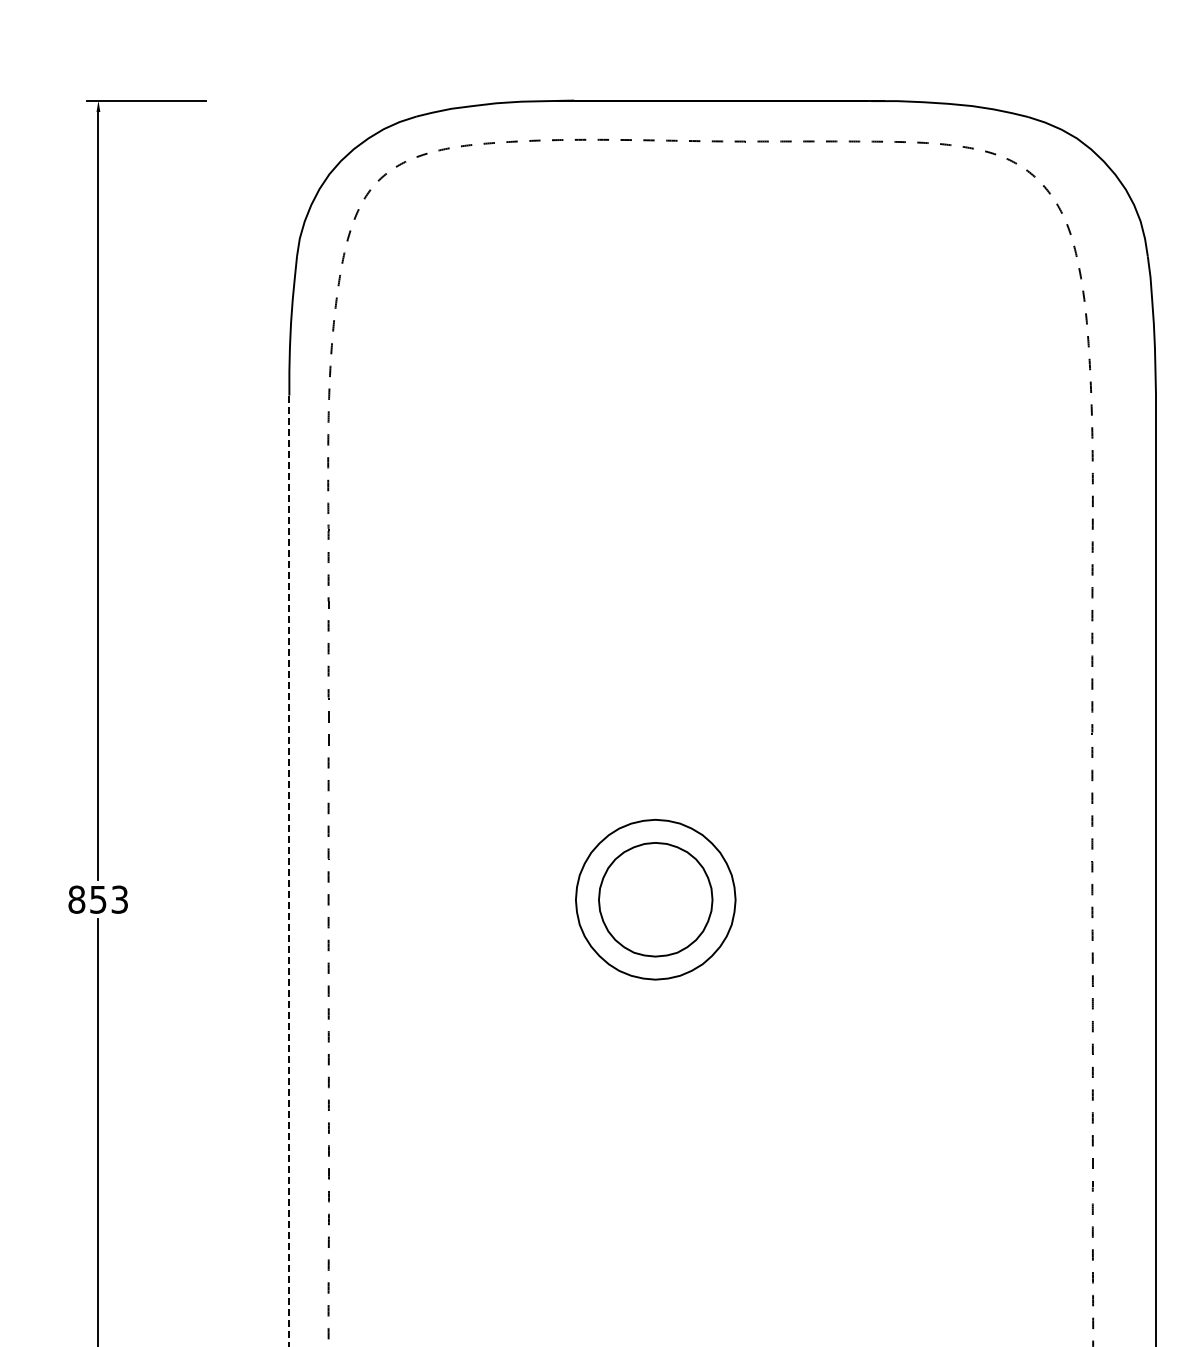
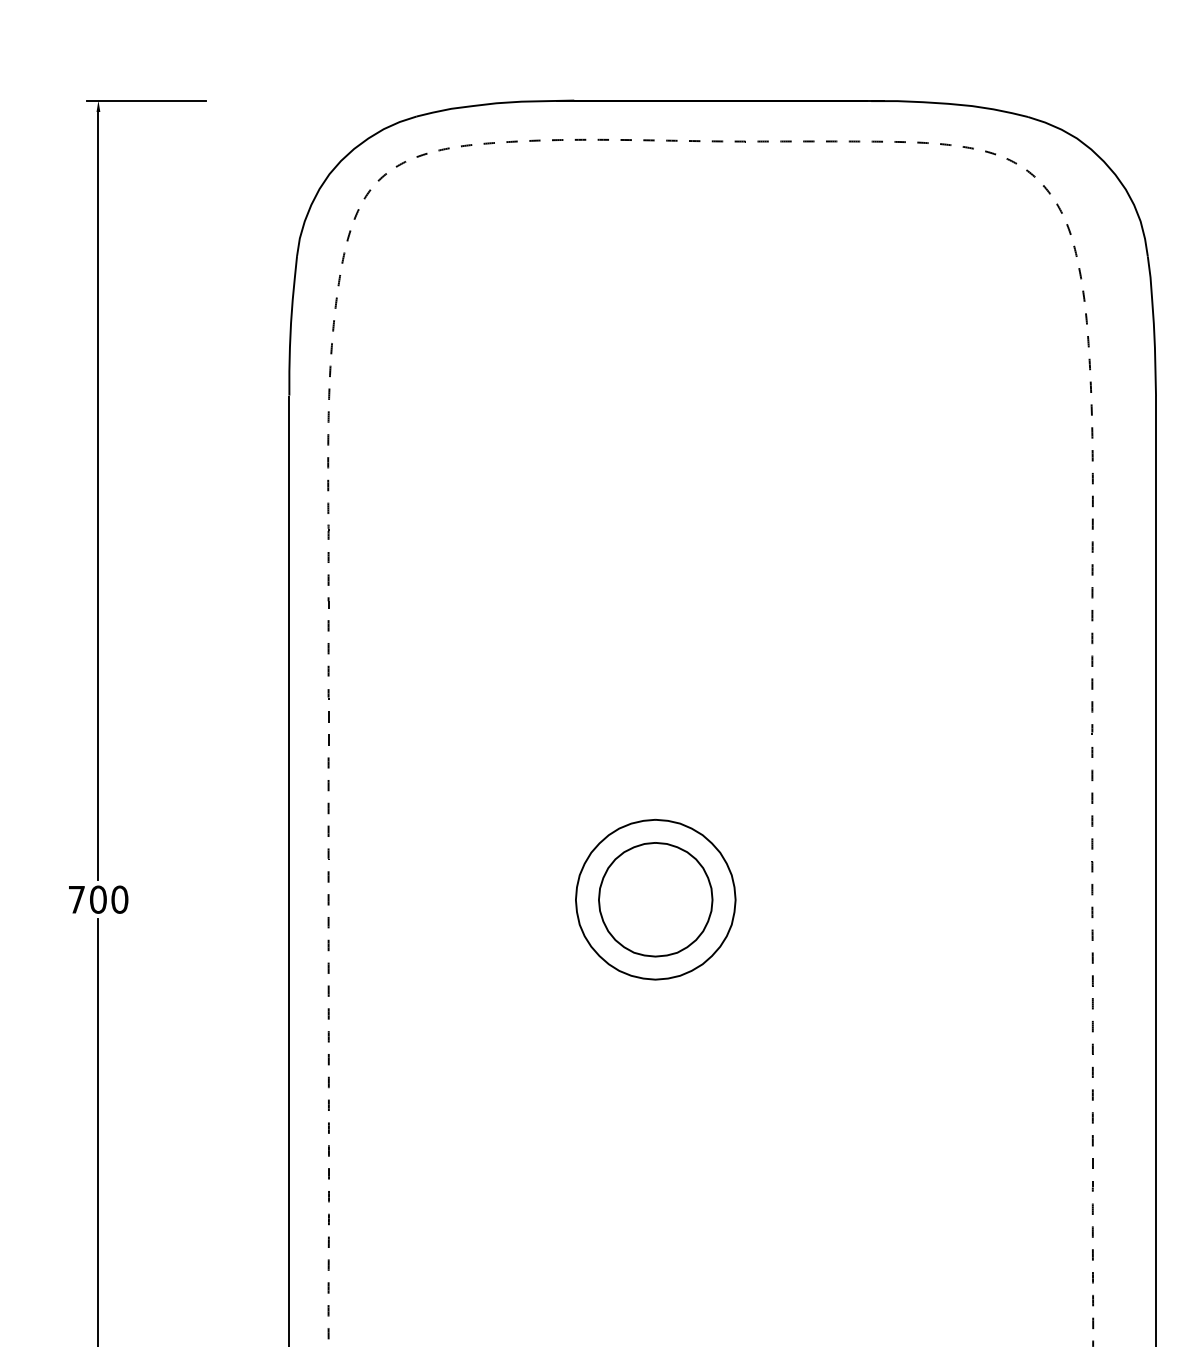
line at (289, 871): dashed -> solid
text at (98, 899): 853 -> 700
